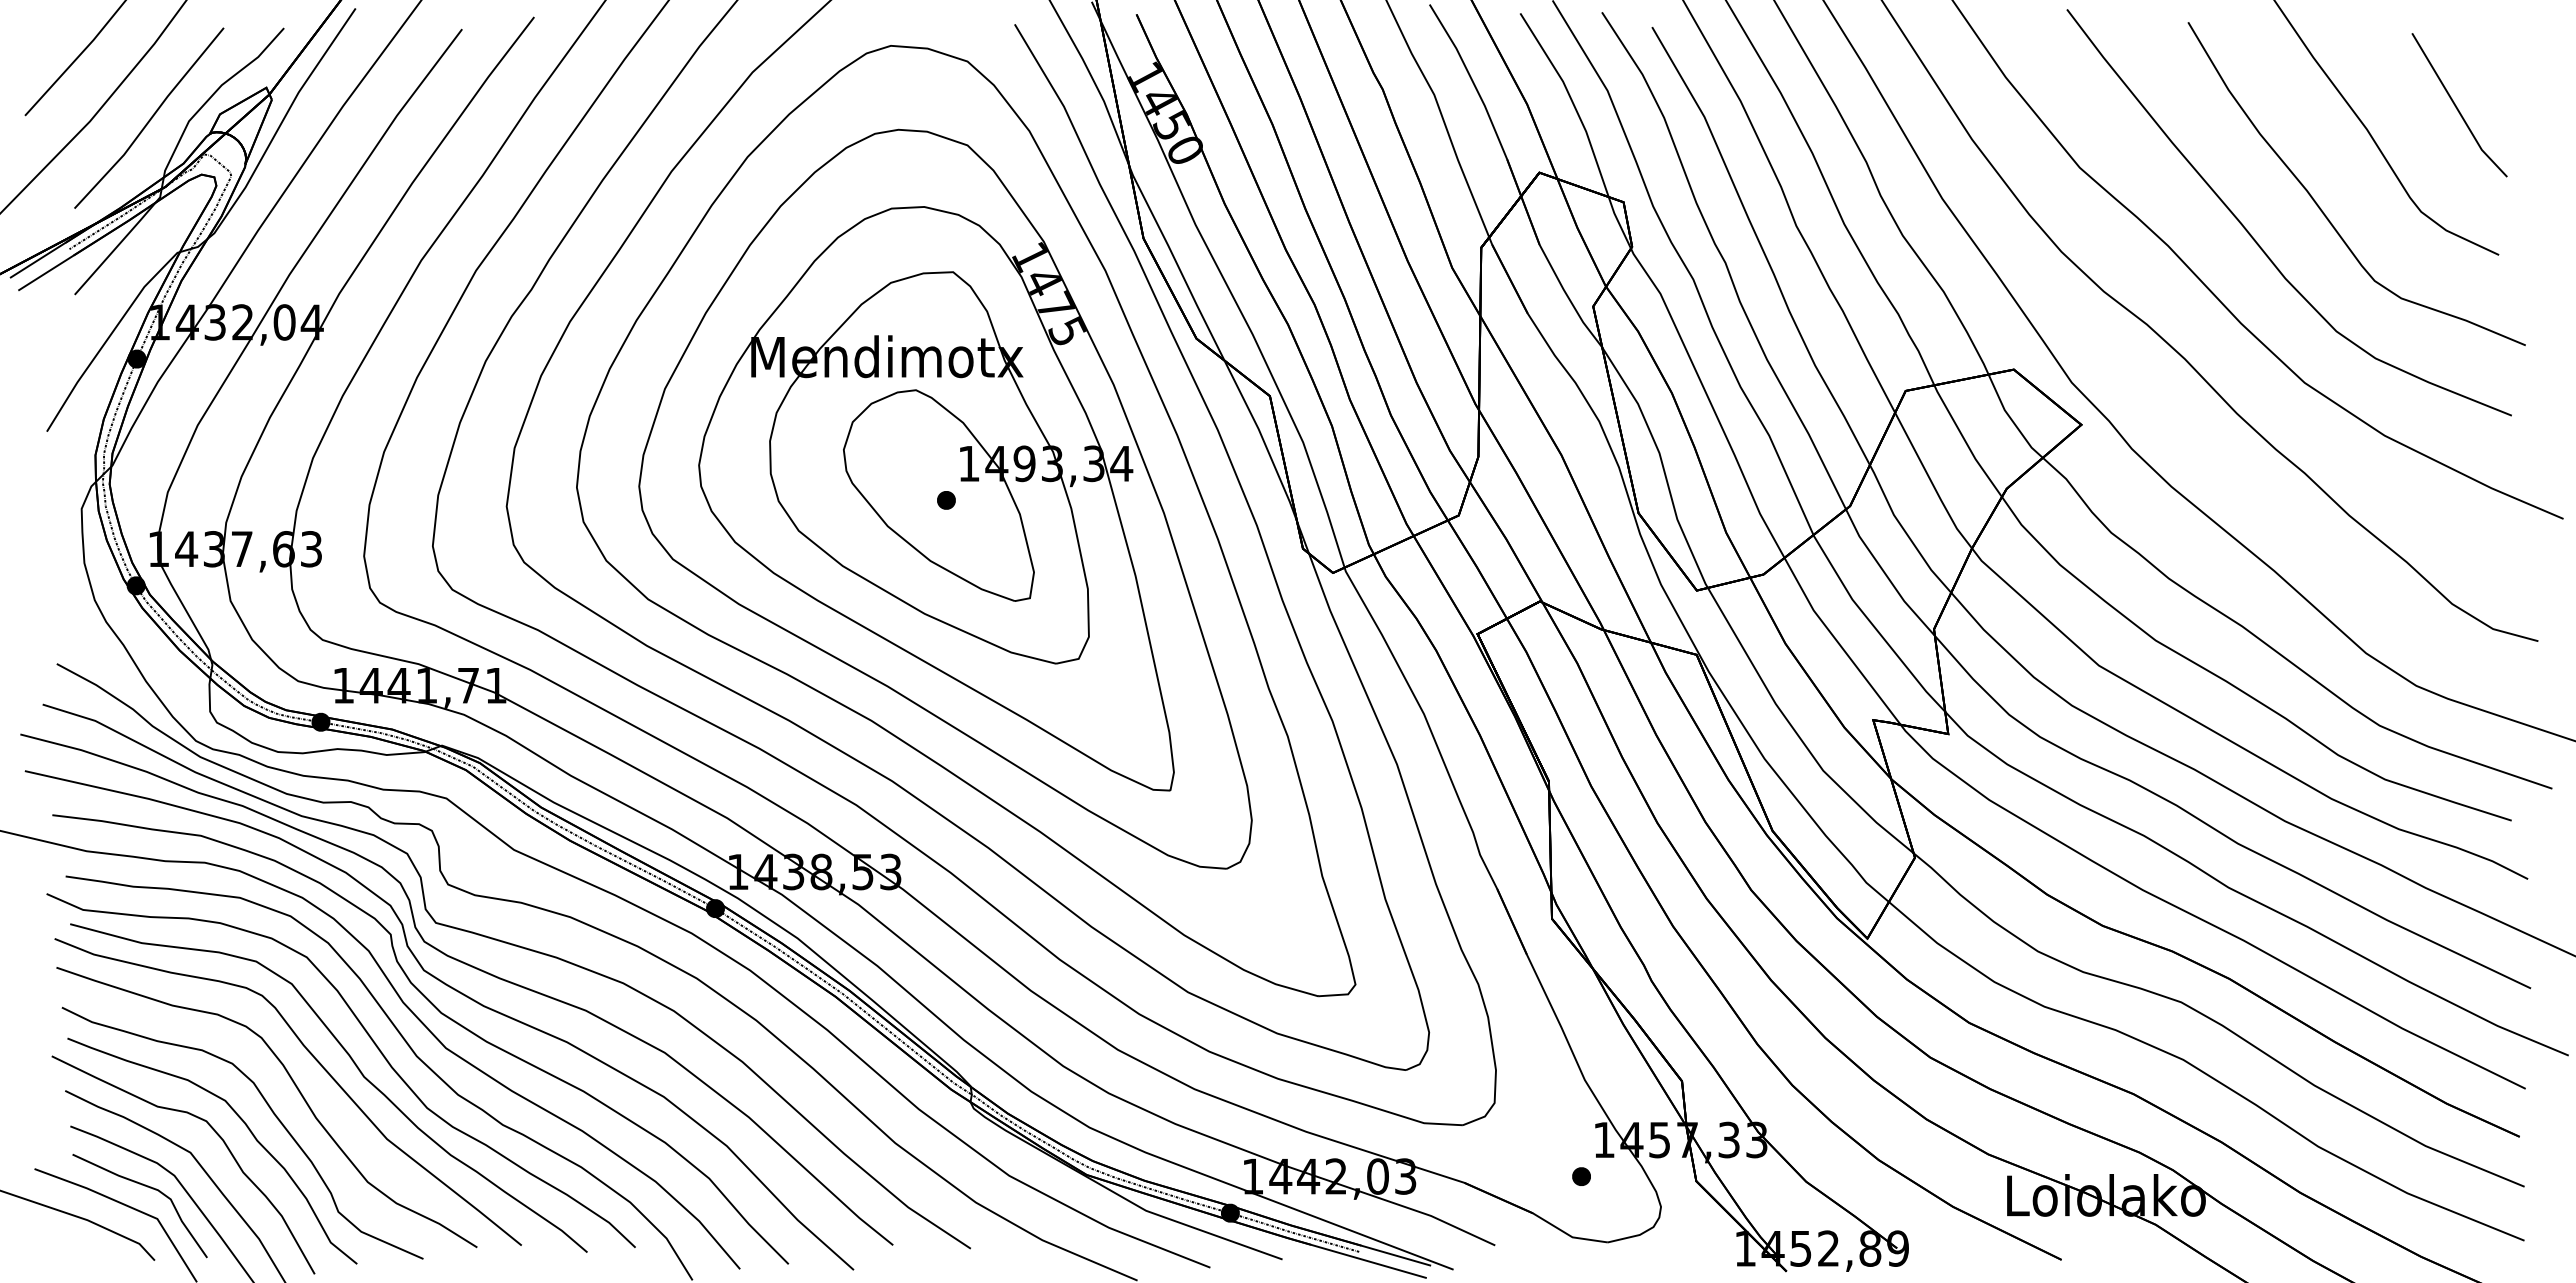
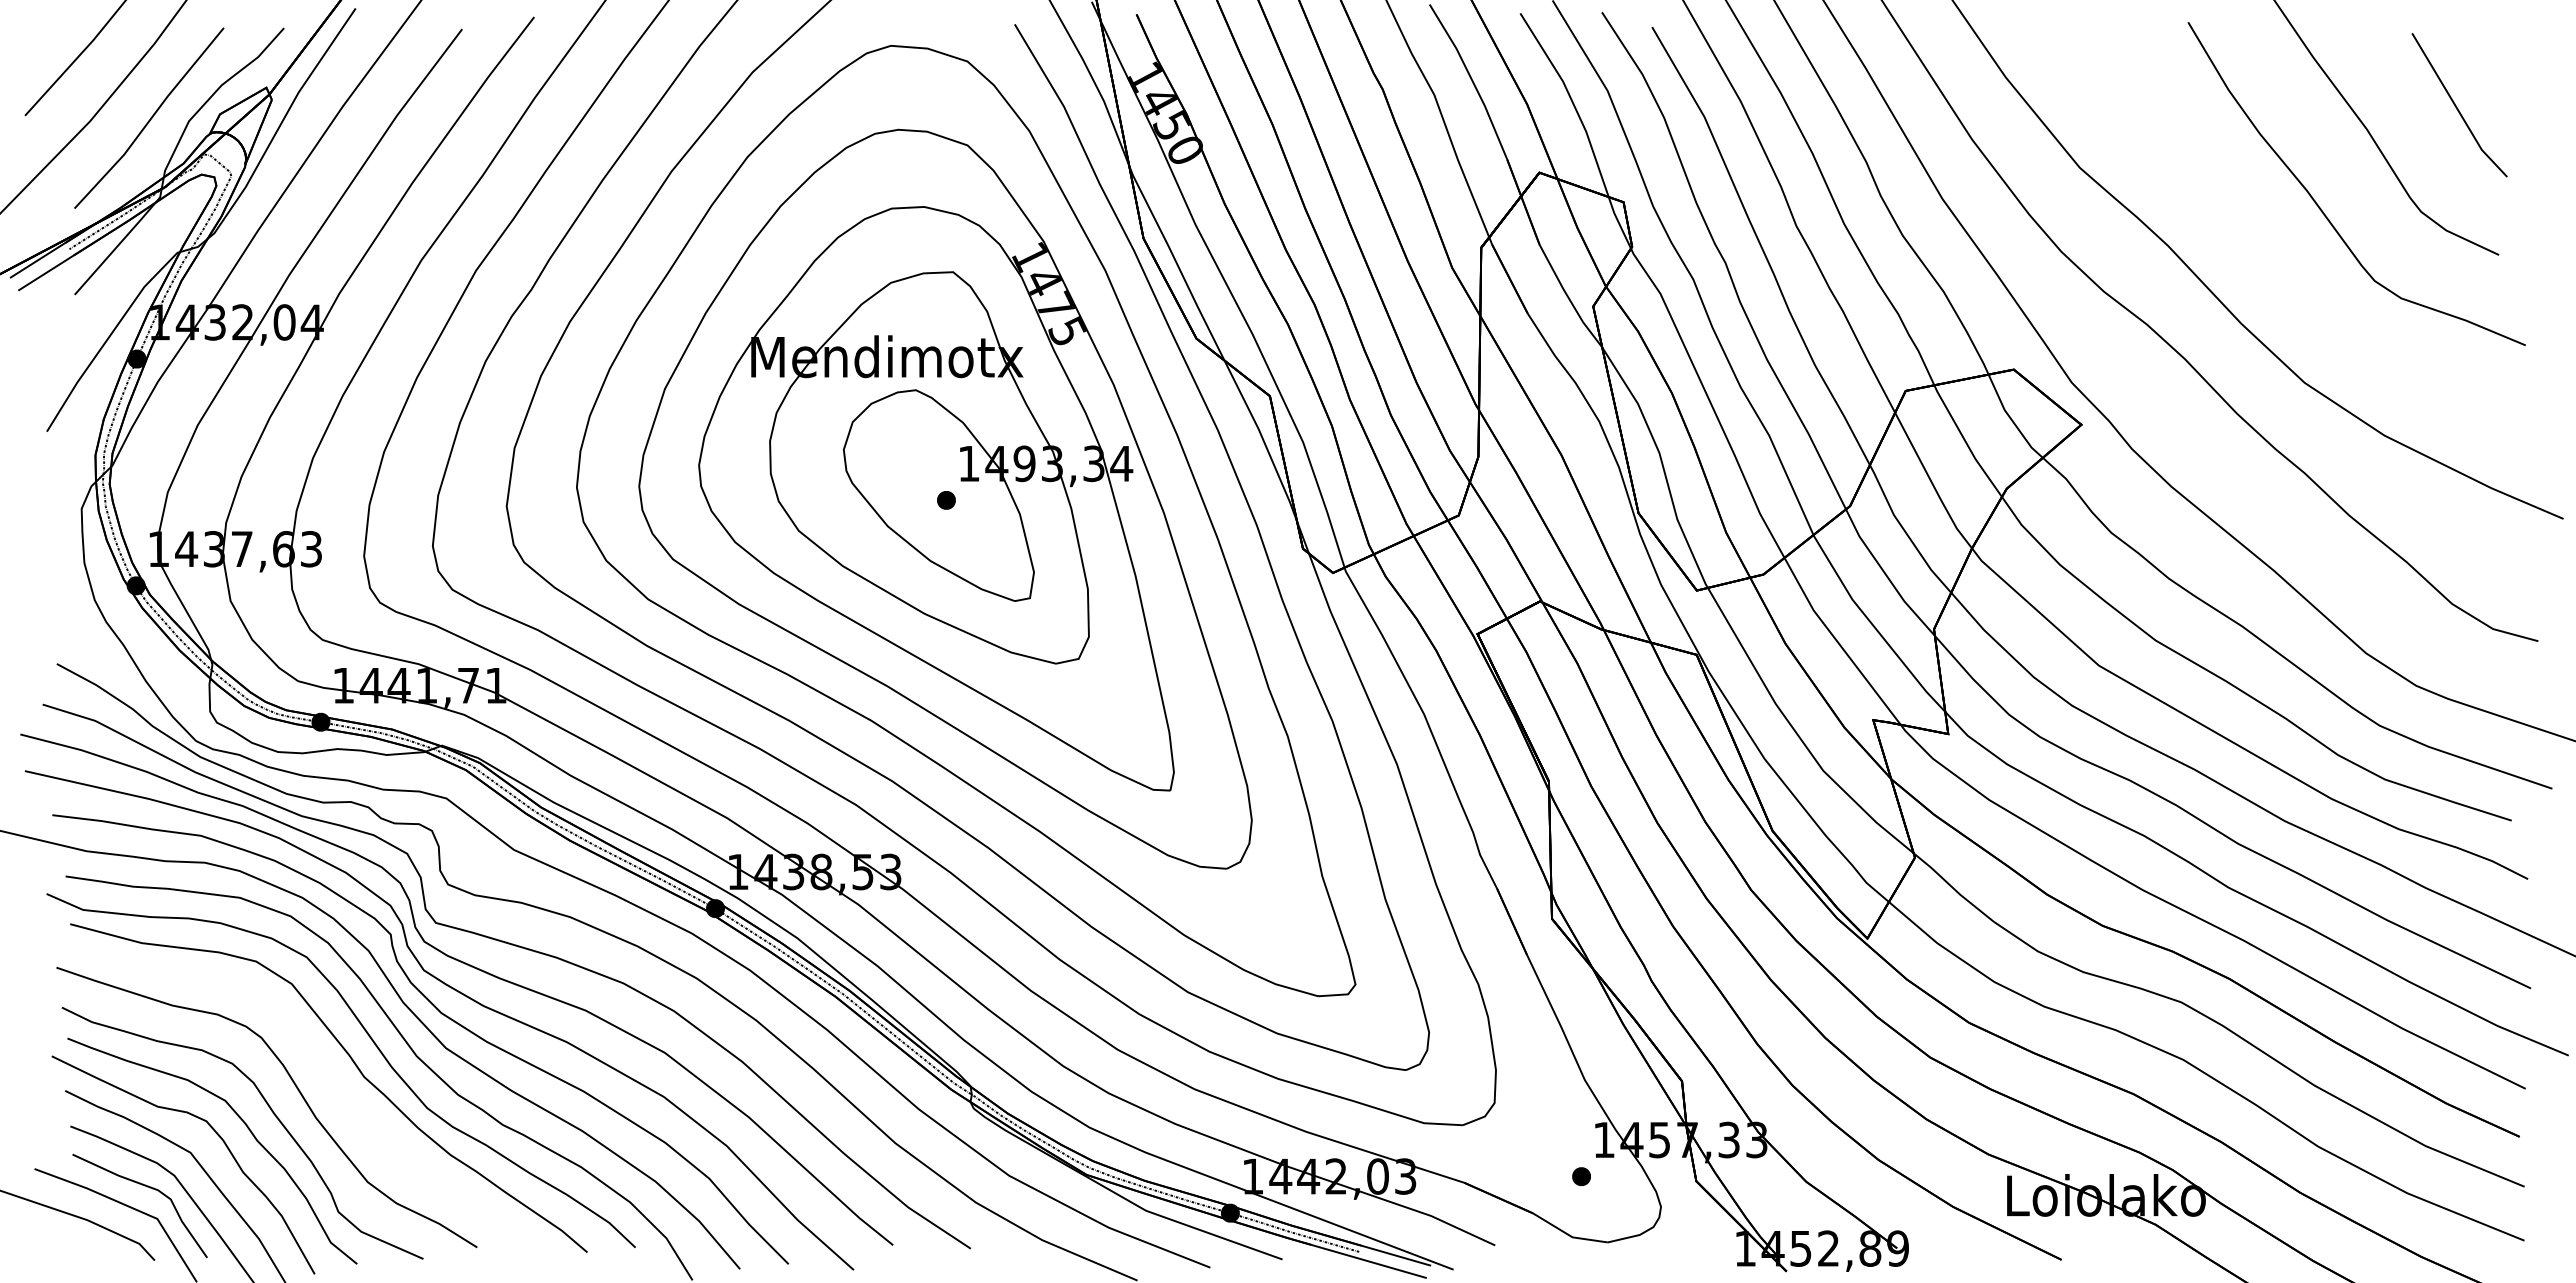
curve at (2255, 239): present -> none
curve at (316, 1061): present -> none
